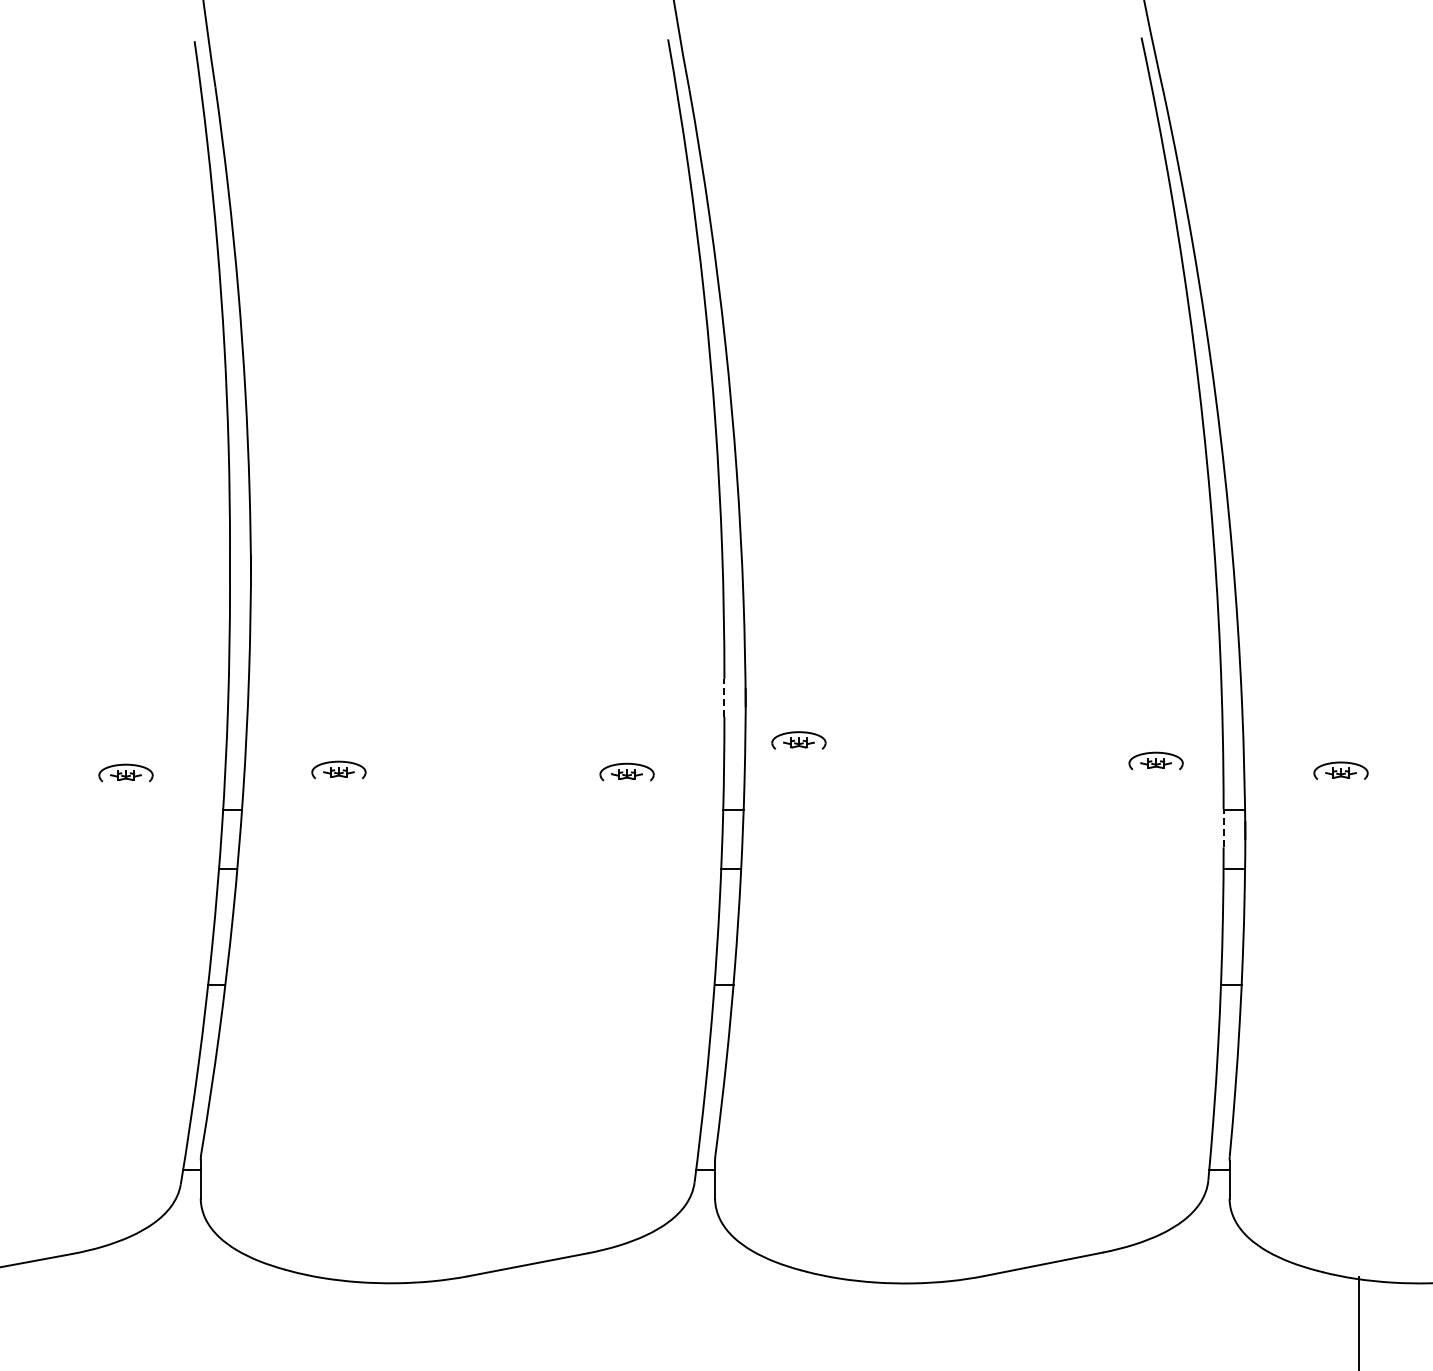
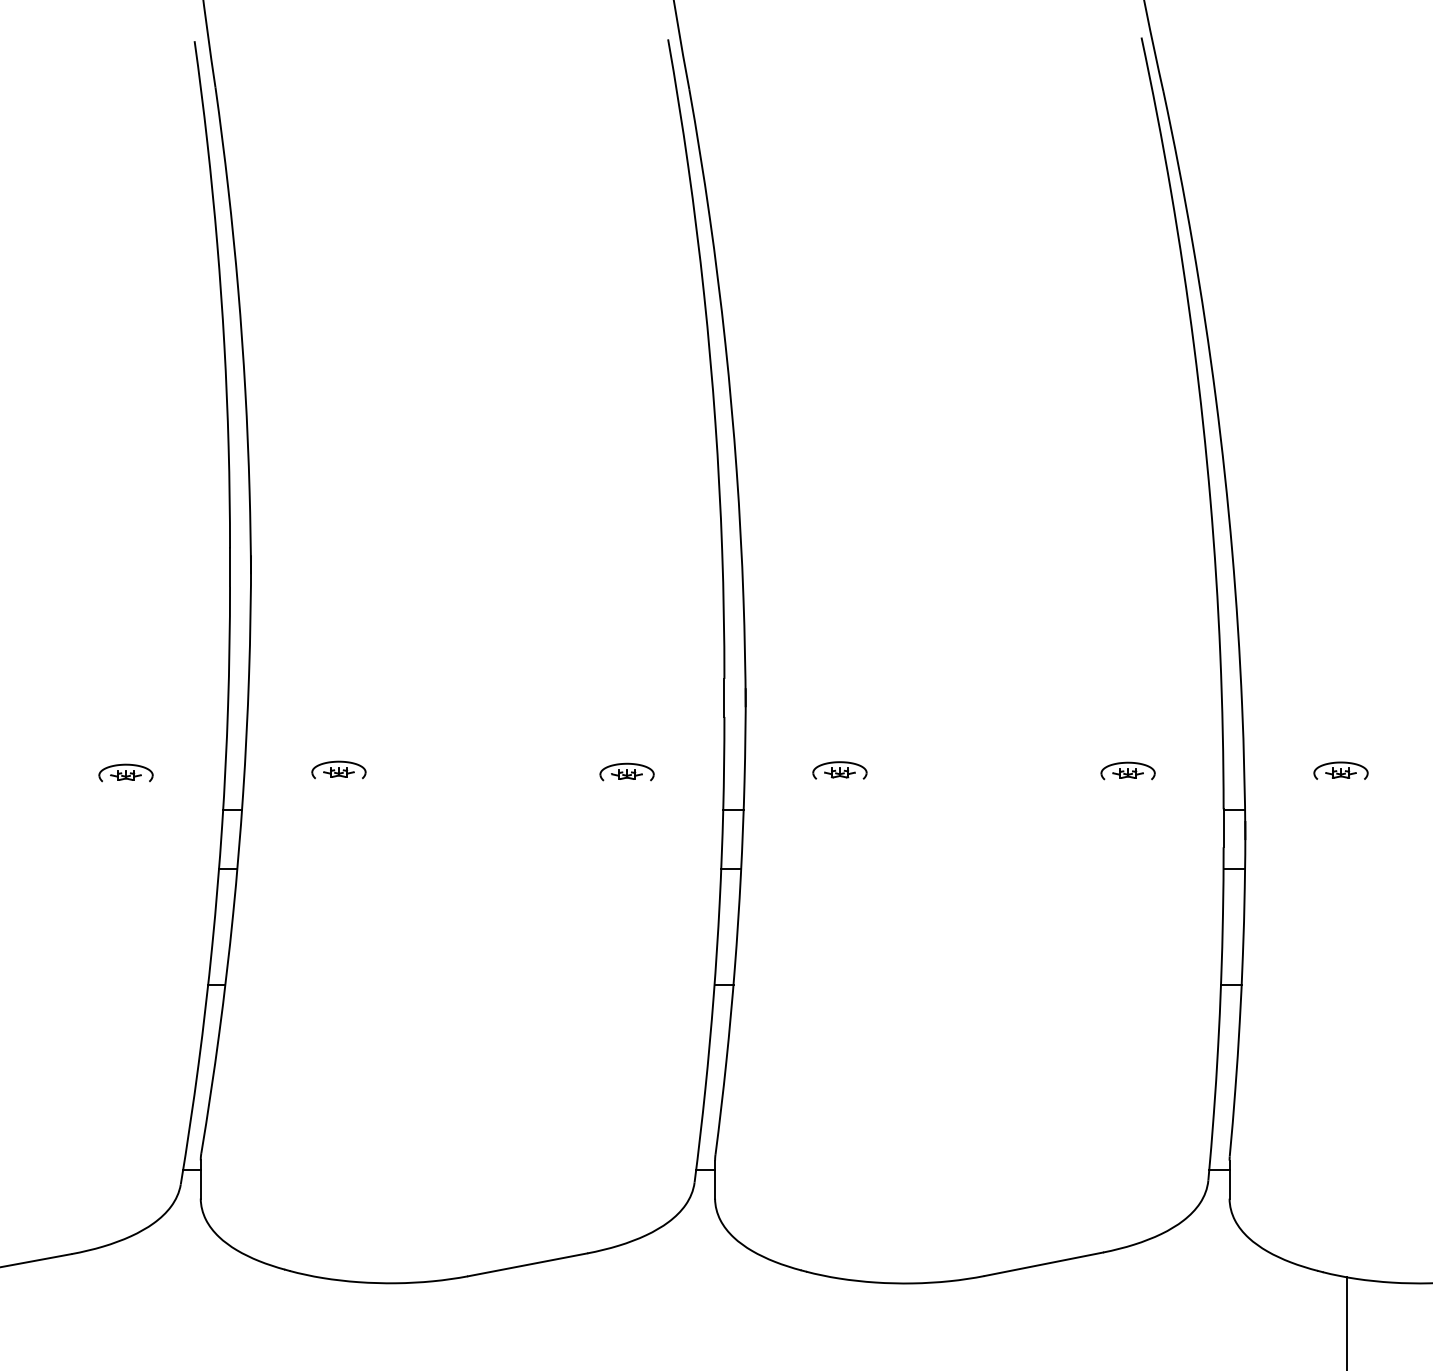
line at (724, 697): dashed -> solid
part at (798, 740) position: (798, 740) -> (839, 770)
part at (1155, 760) position: (1155, 760) -> (1127, 770)
line at (1223, 827): dashed -> solid
line at (1359, 1322) position: (1359, 1322) -> (1347, 1322)
